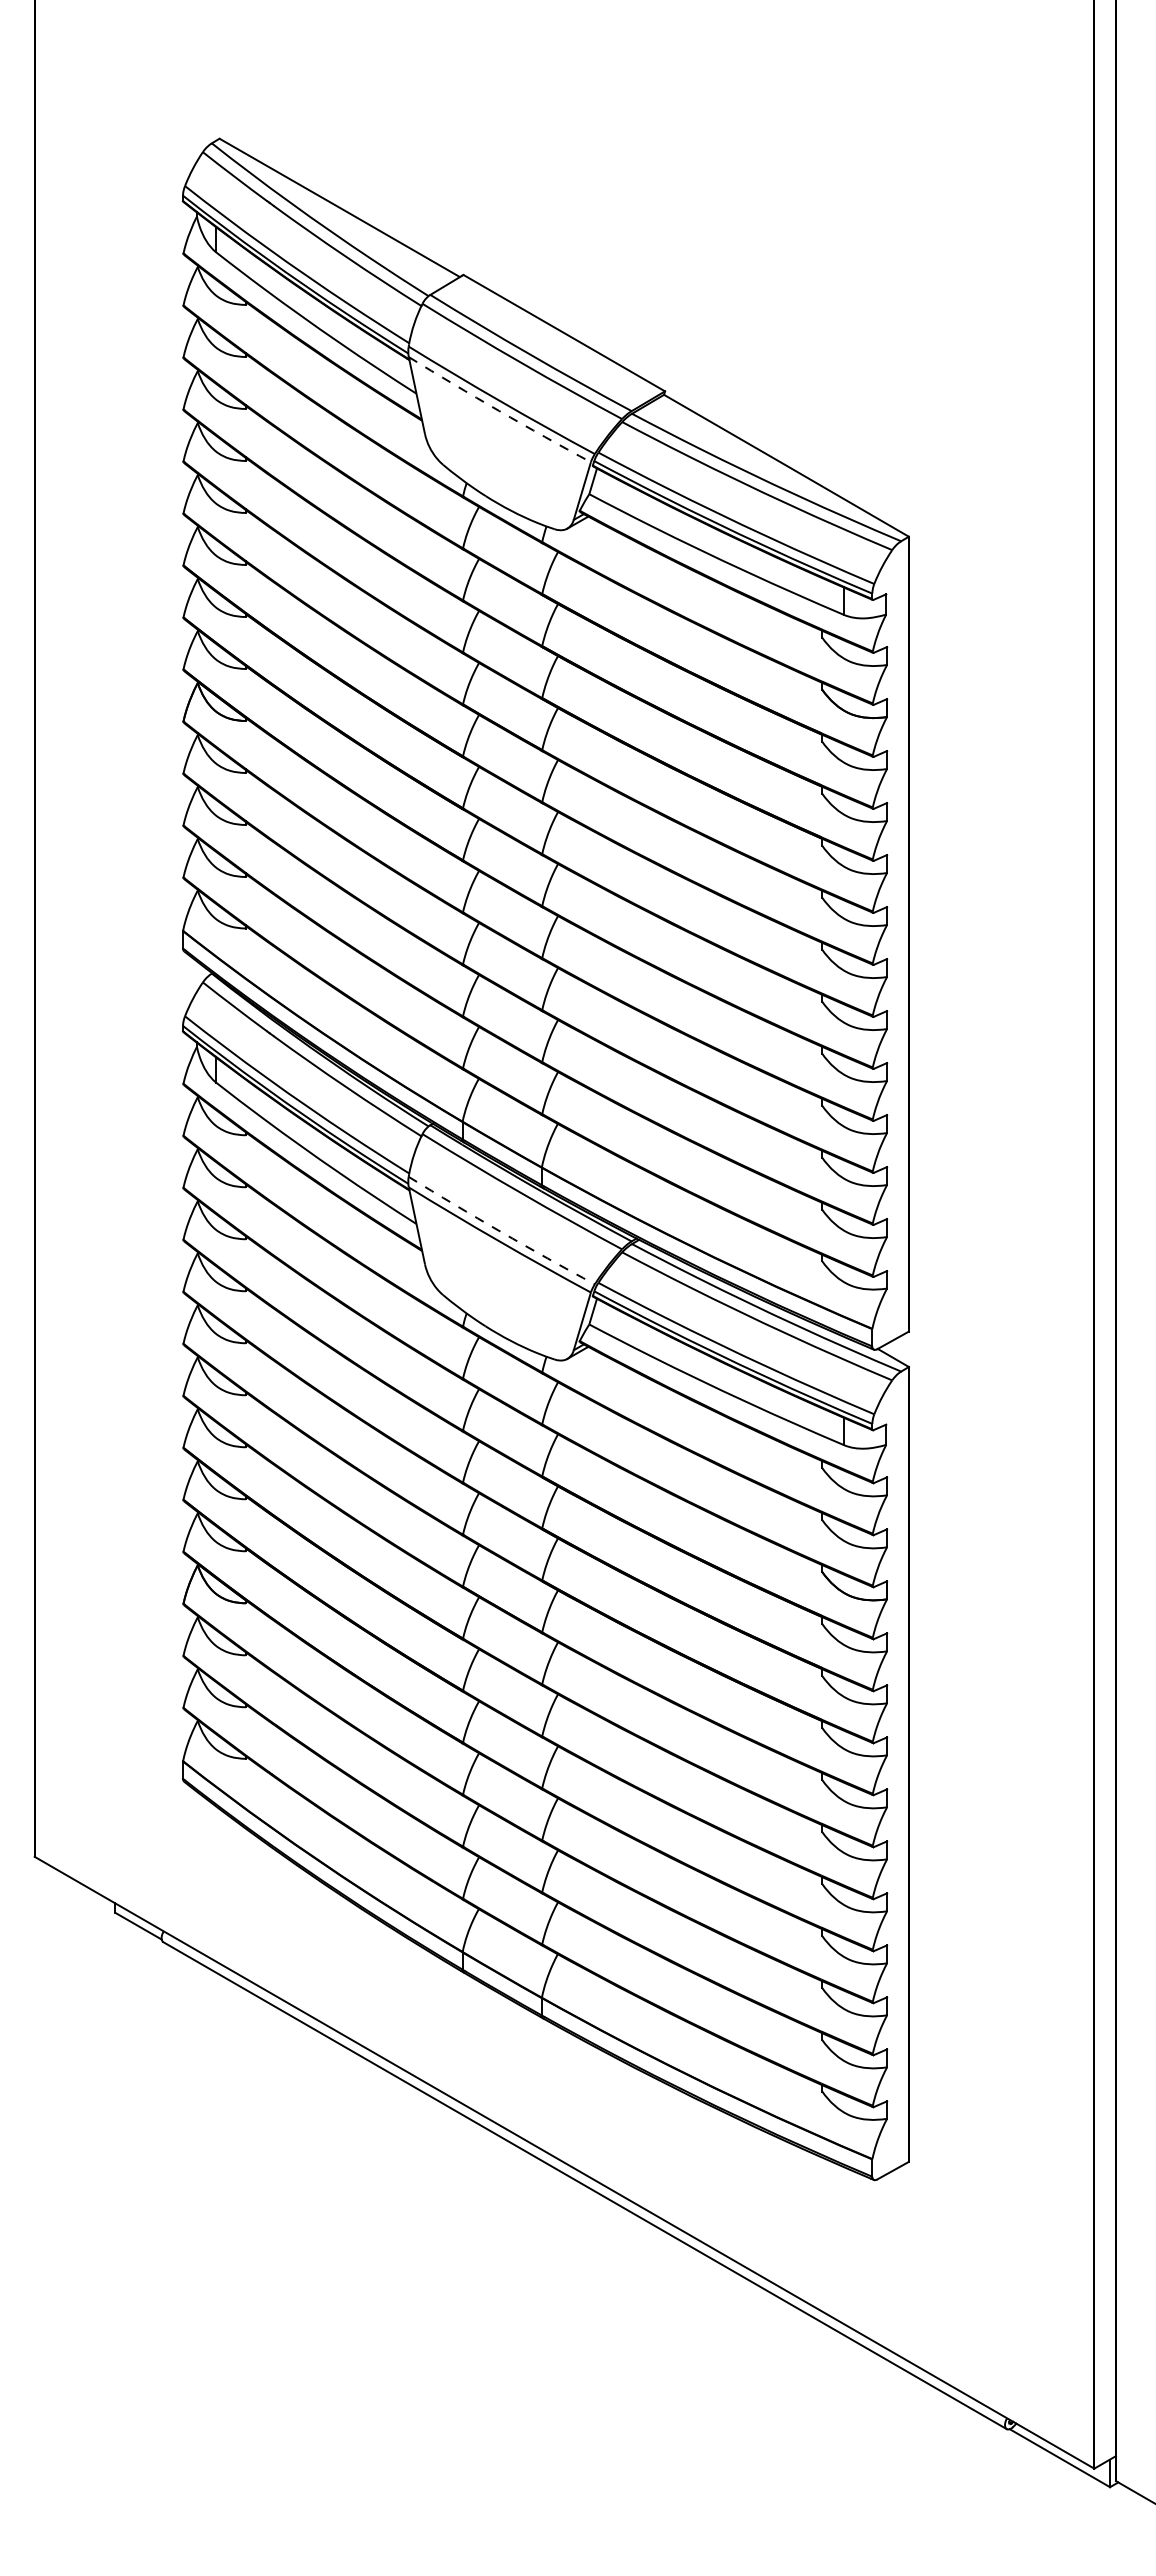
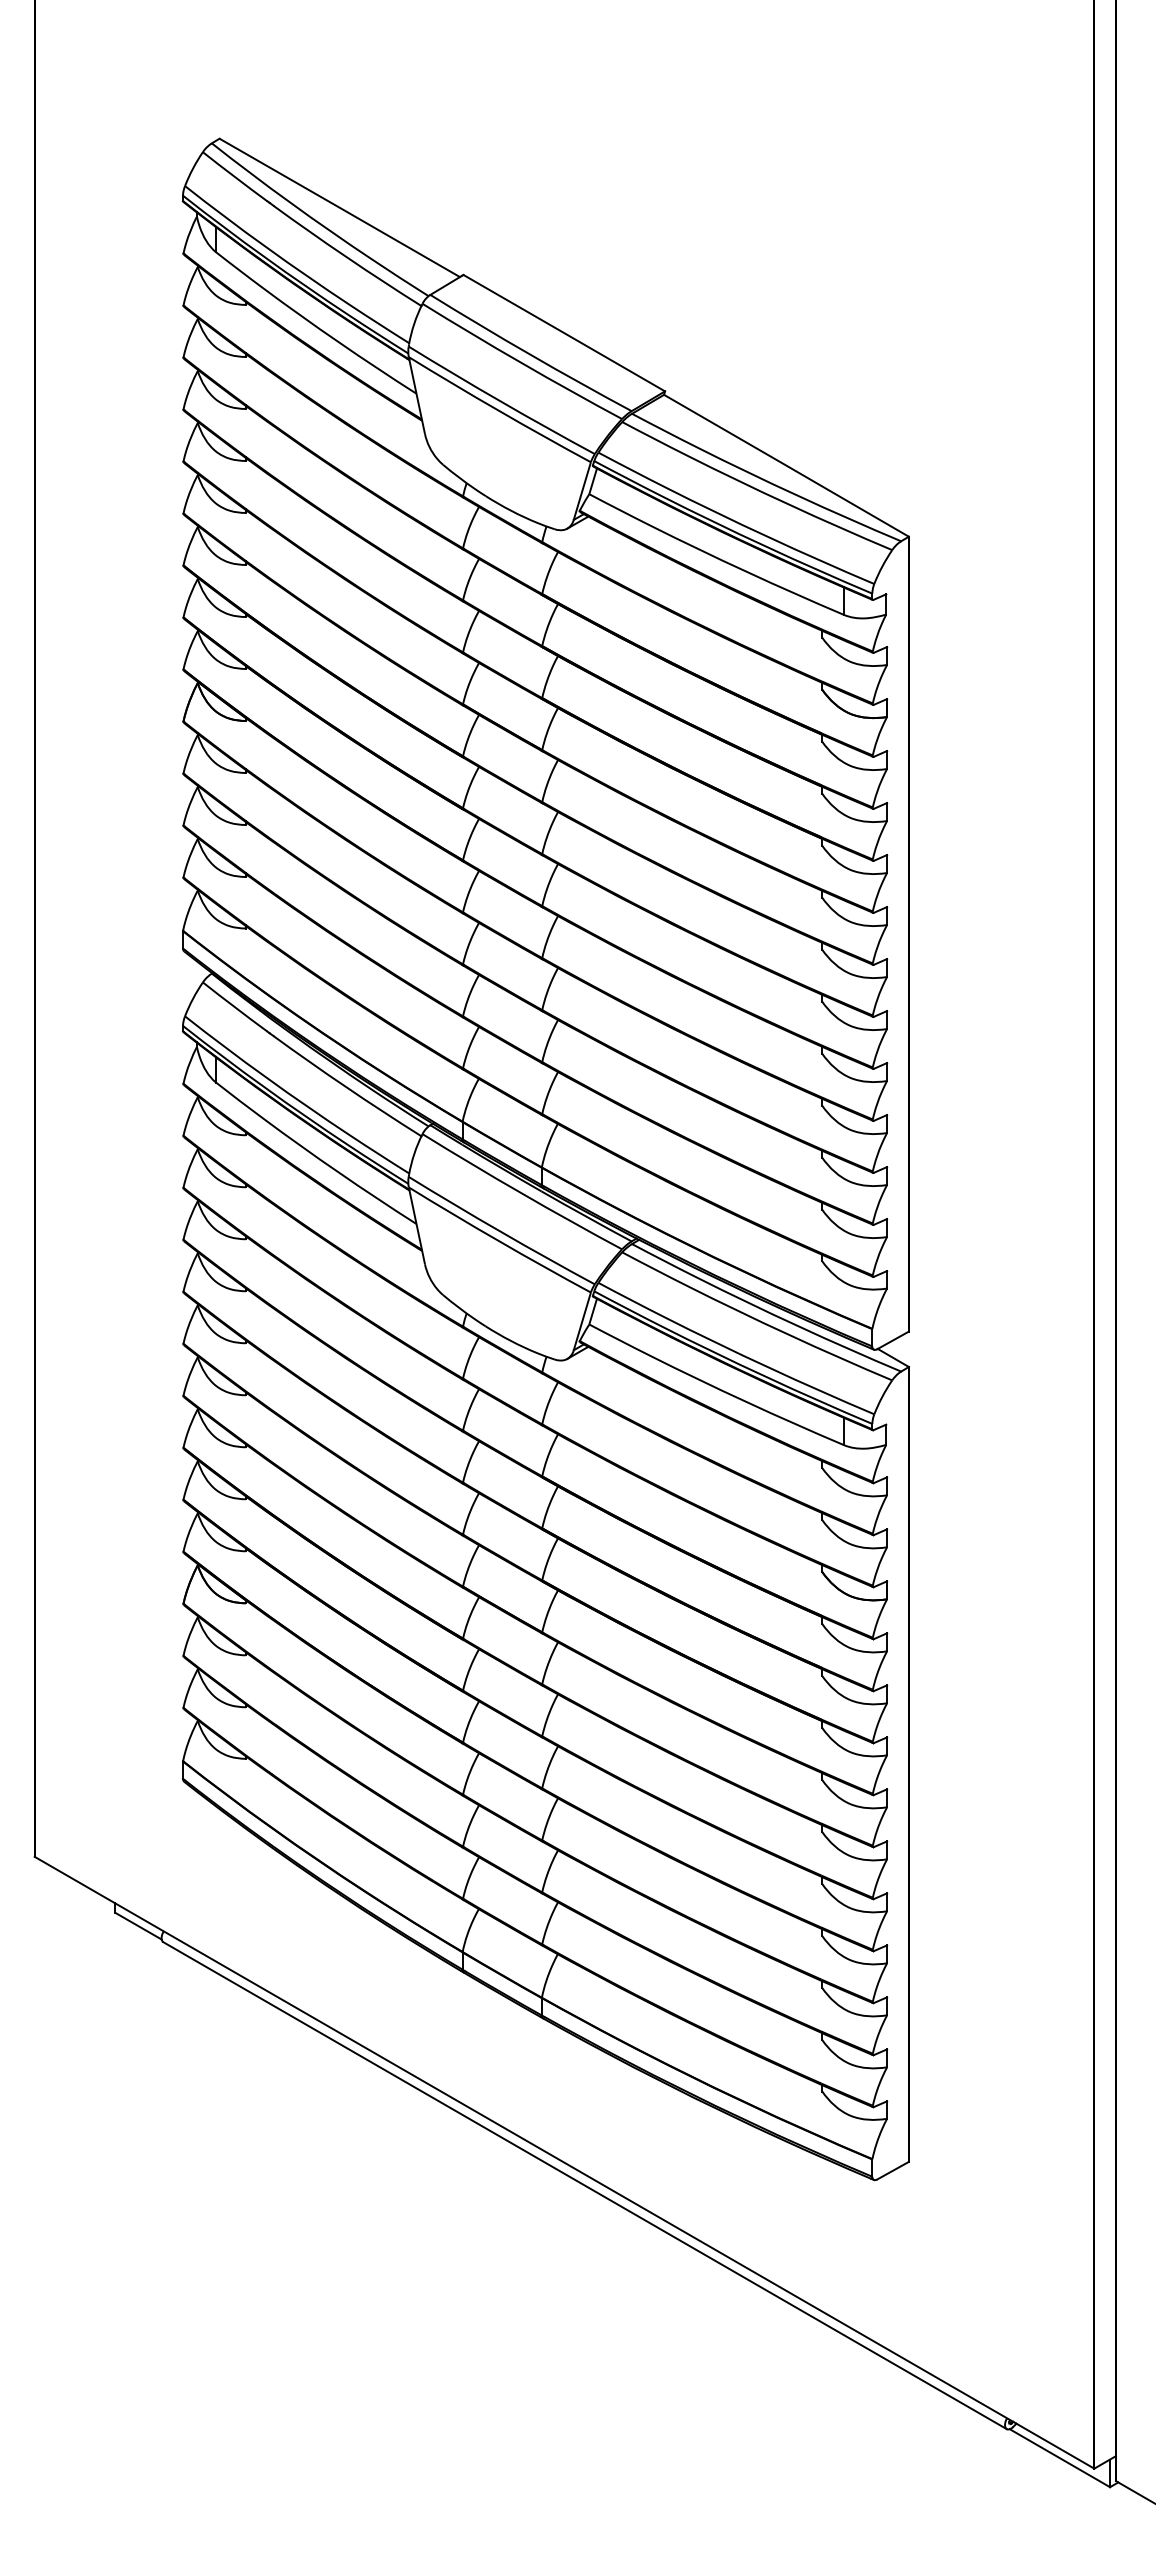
arc at (499, 410): dashed -> solid
arc at (501, 1231): dashed -> solid
